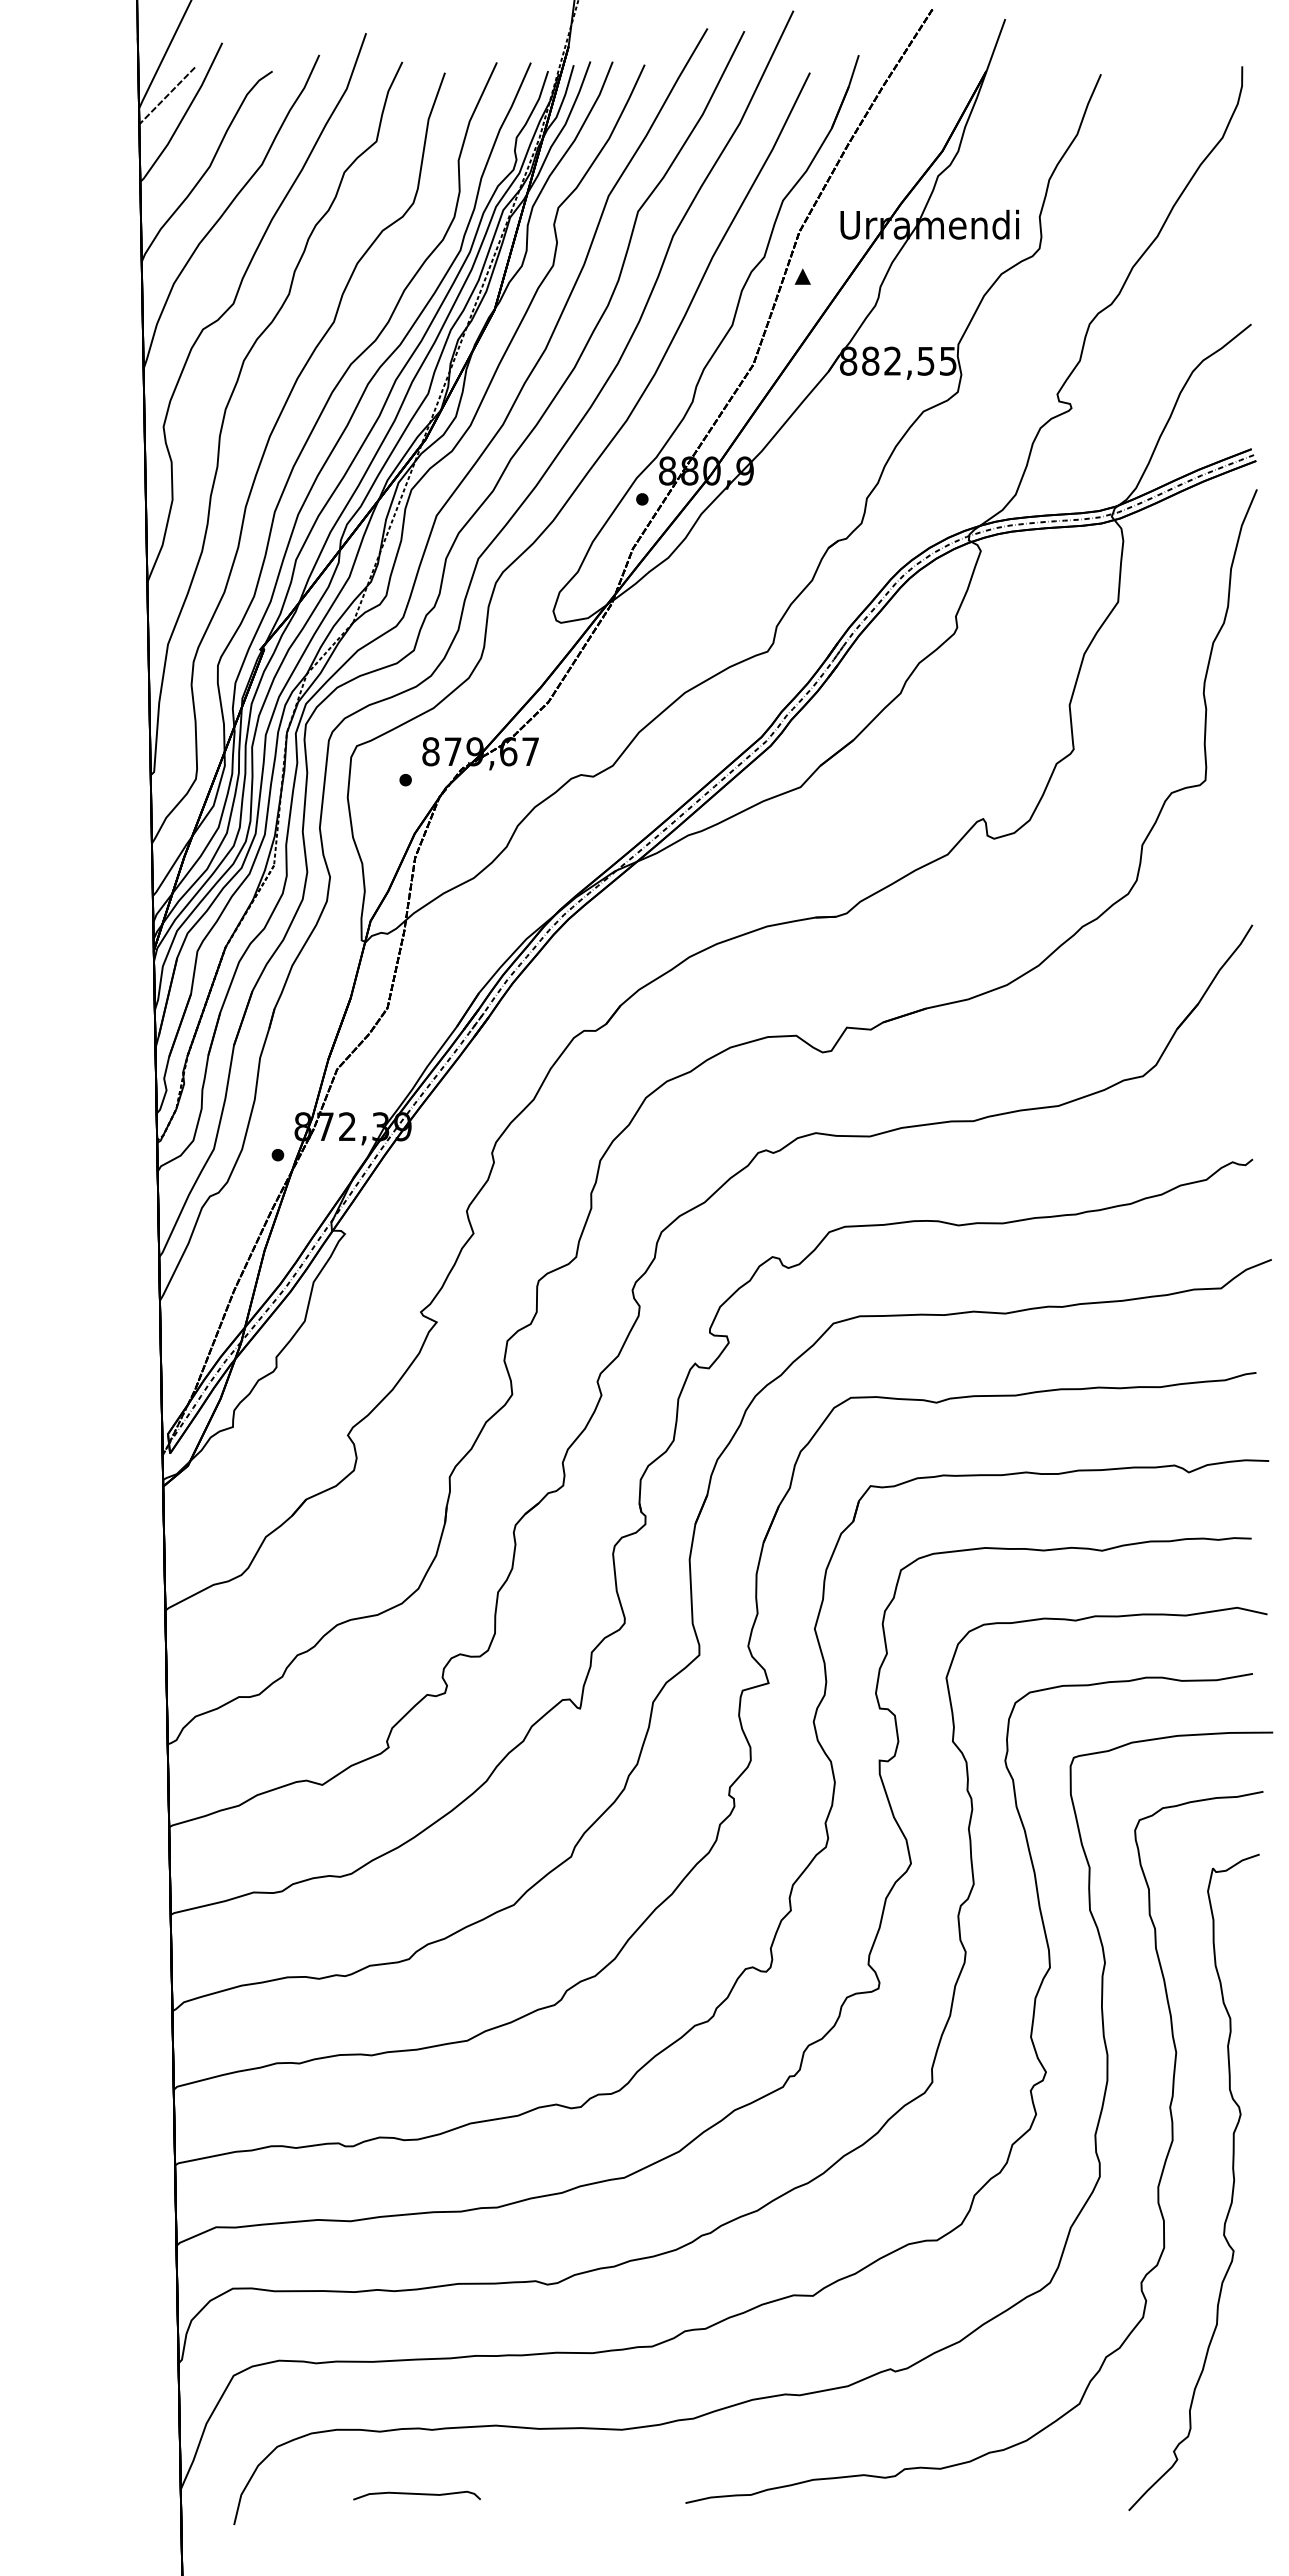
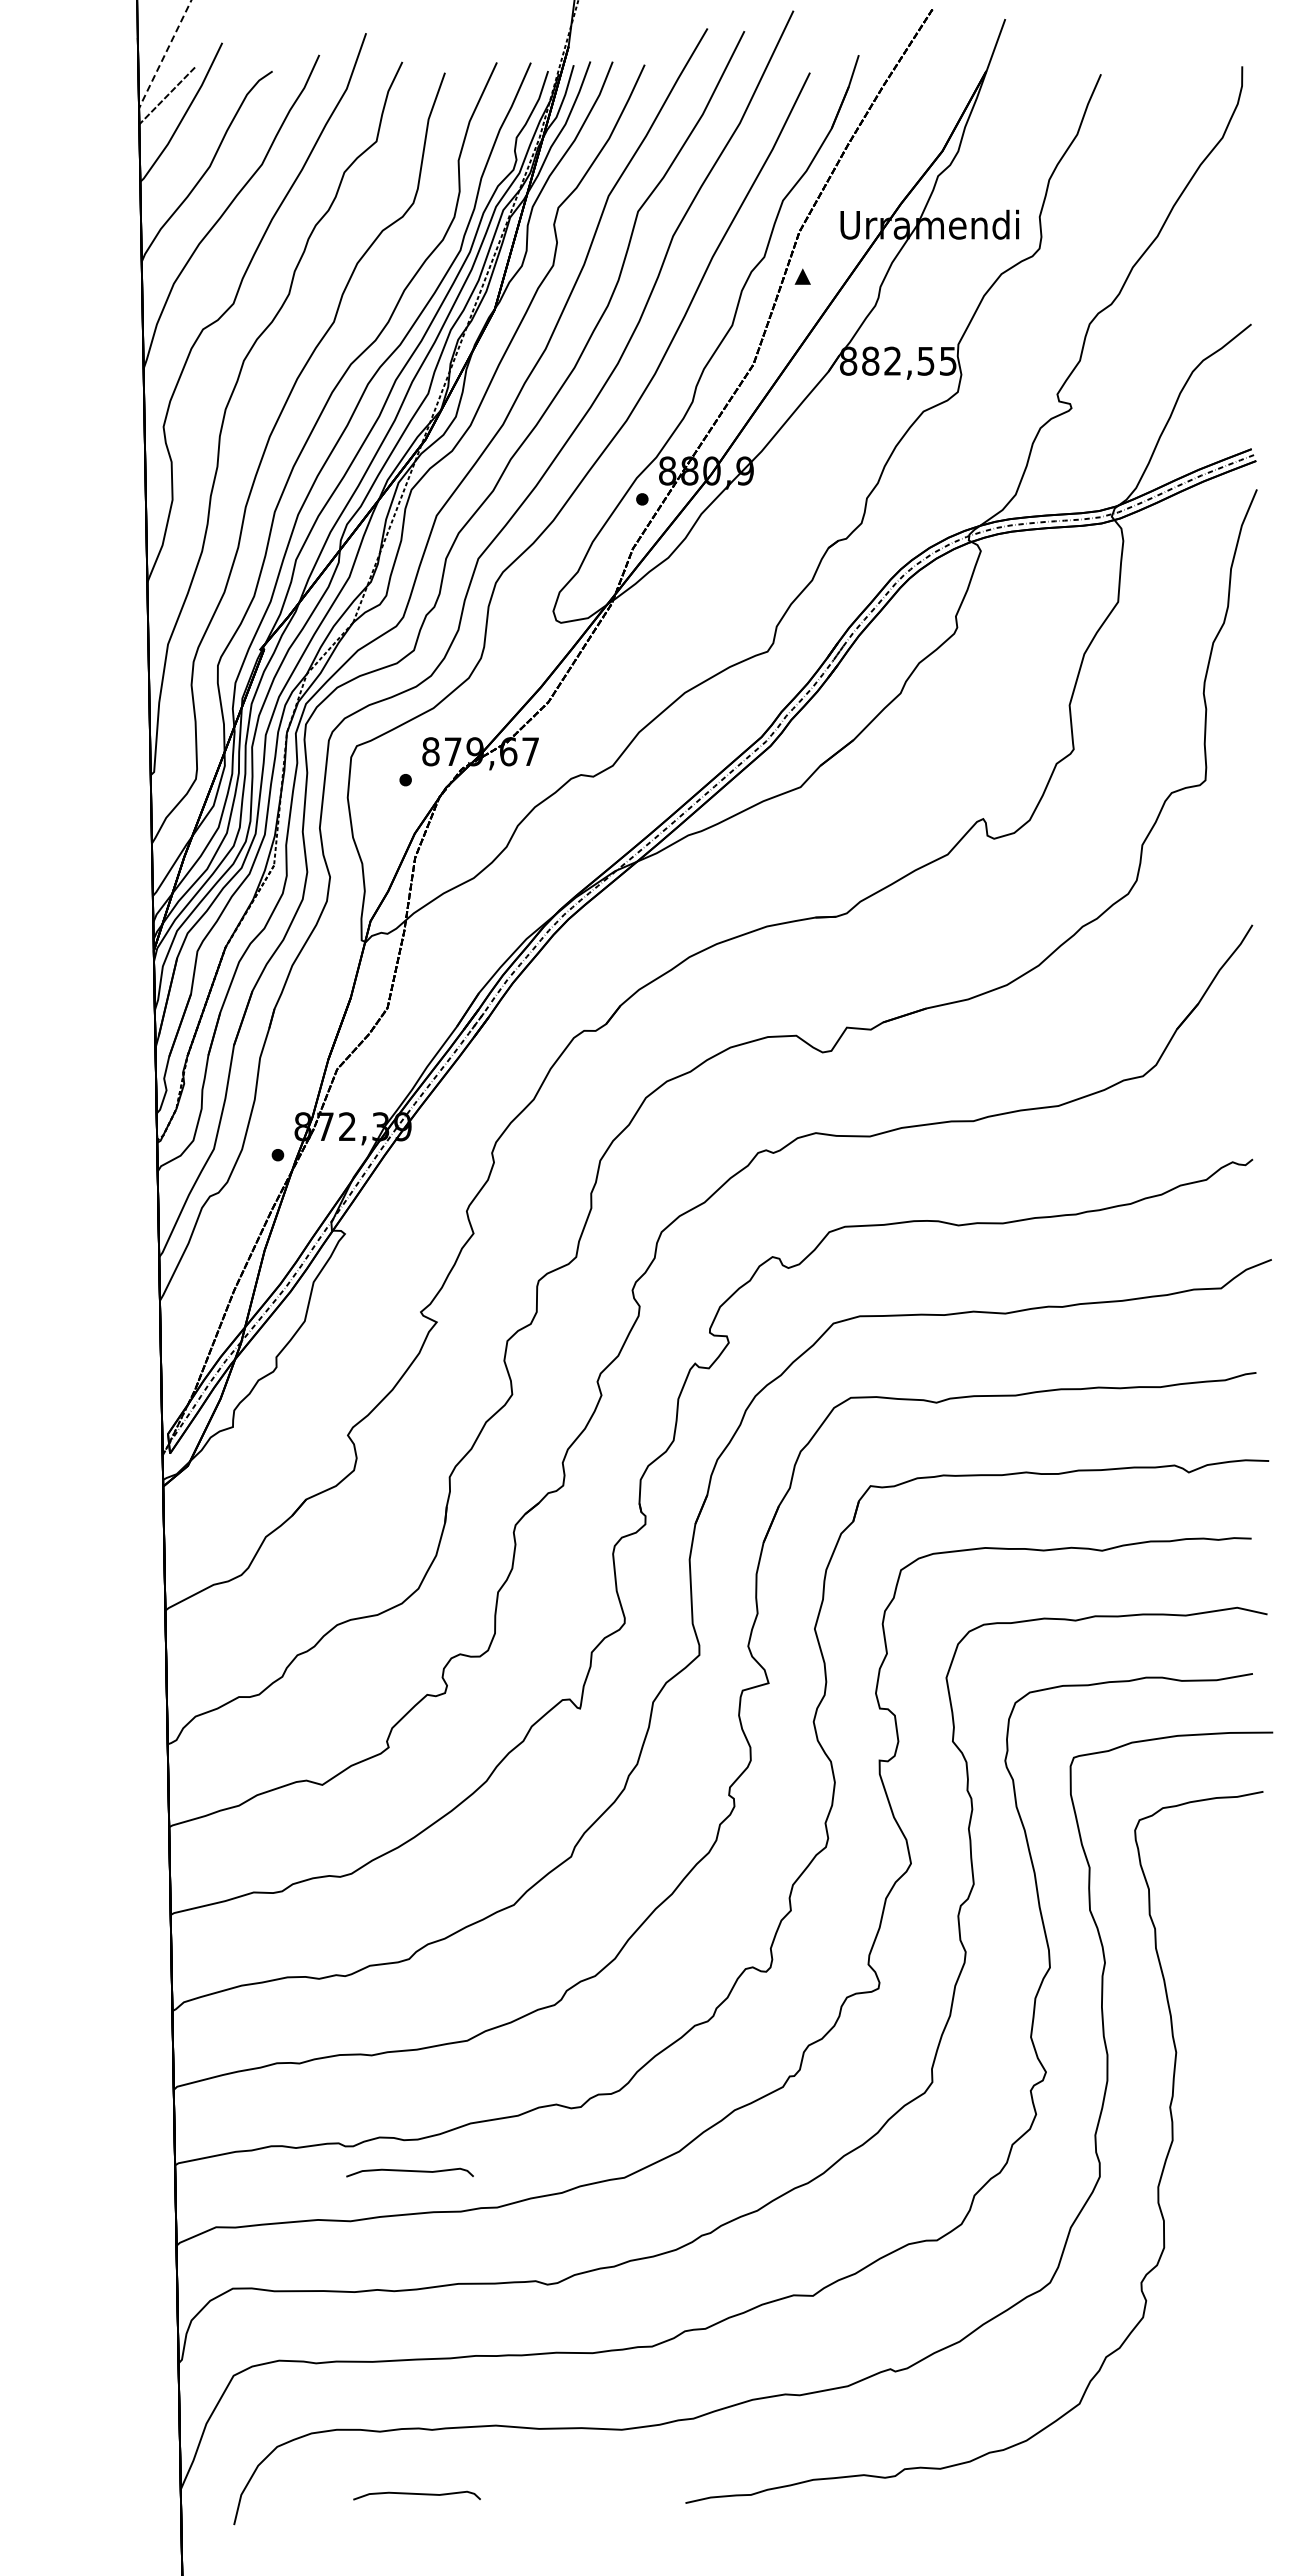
line at (164, 55): solid -> dashed
curve at (409, 2171): none -> present
curve at (1232, 2184): present -> none
